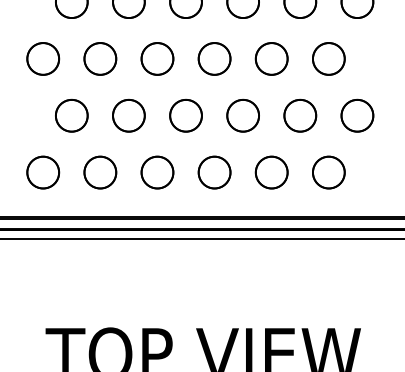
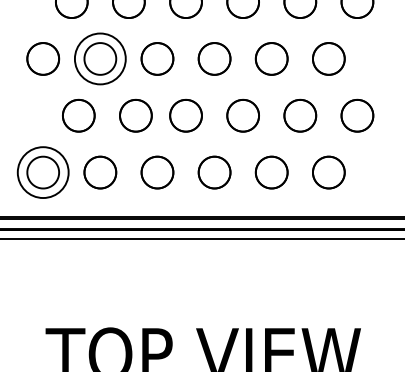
circle at (100, 58) diameter: 32 px -> 51 px
part at (71, 115) position: (71, 115) -> (78, 115)
circle at (128, 115) position: (128, 115) -> (135, 115)
circle at (43, 172) diameter: 32 px -> 51 px
